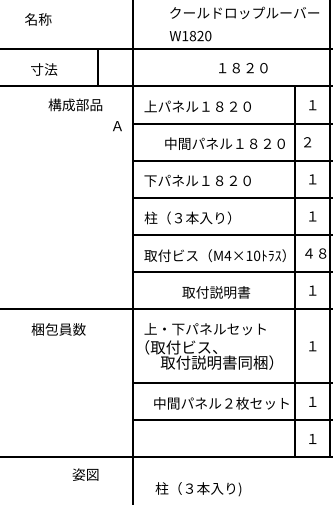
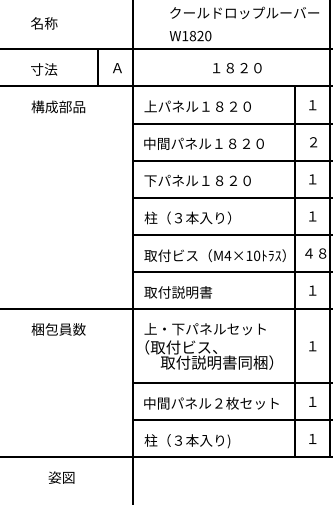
text at (38, 19) position: (38, 19) -> (44, 23)
text at (243, 68) position: (243, 68) -> (237, 68)
text at (75, 104) position: (75, 104) -> (58, 106)
text at (117, 126) position: (117, 126) -> (117, 68)
text at (307, 142) position: (307, 142) -> (313, 142)
text at (224, 143) position: (224, 143) -> (203, 143)
text at (216, 292) position: (216, 292) -> (178, 292)
text at (221, 403) position: (221, 403) -> (211, 403)
text at (85, 474) position: (85, 474) -> (61, 477)
text at (198, 489) position: (198, 489) -> (187, 441)
